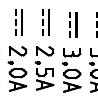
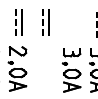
part at (73, 24): present -> none
part at (44, 68): present -> none
